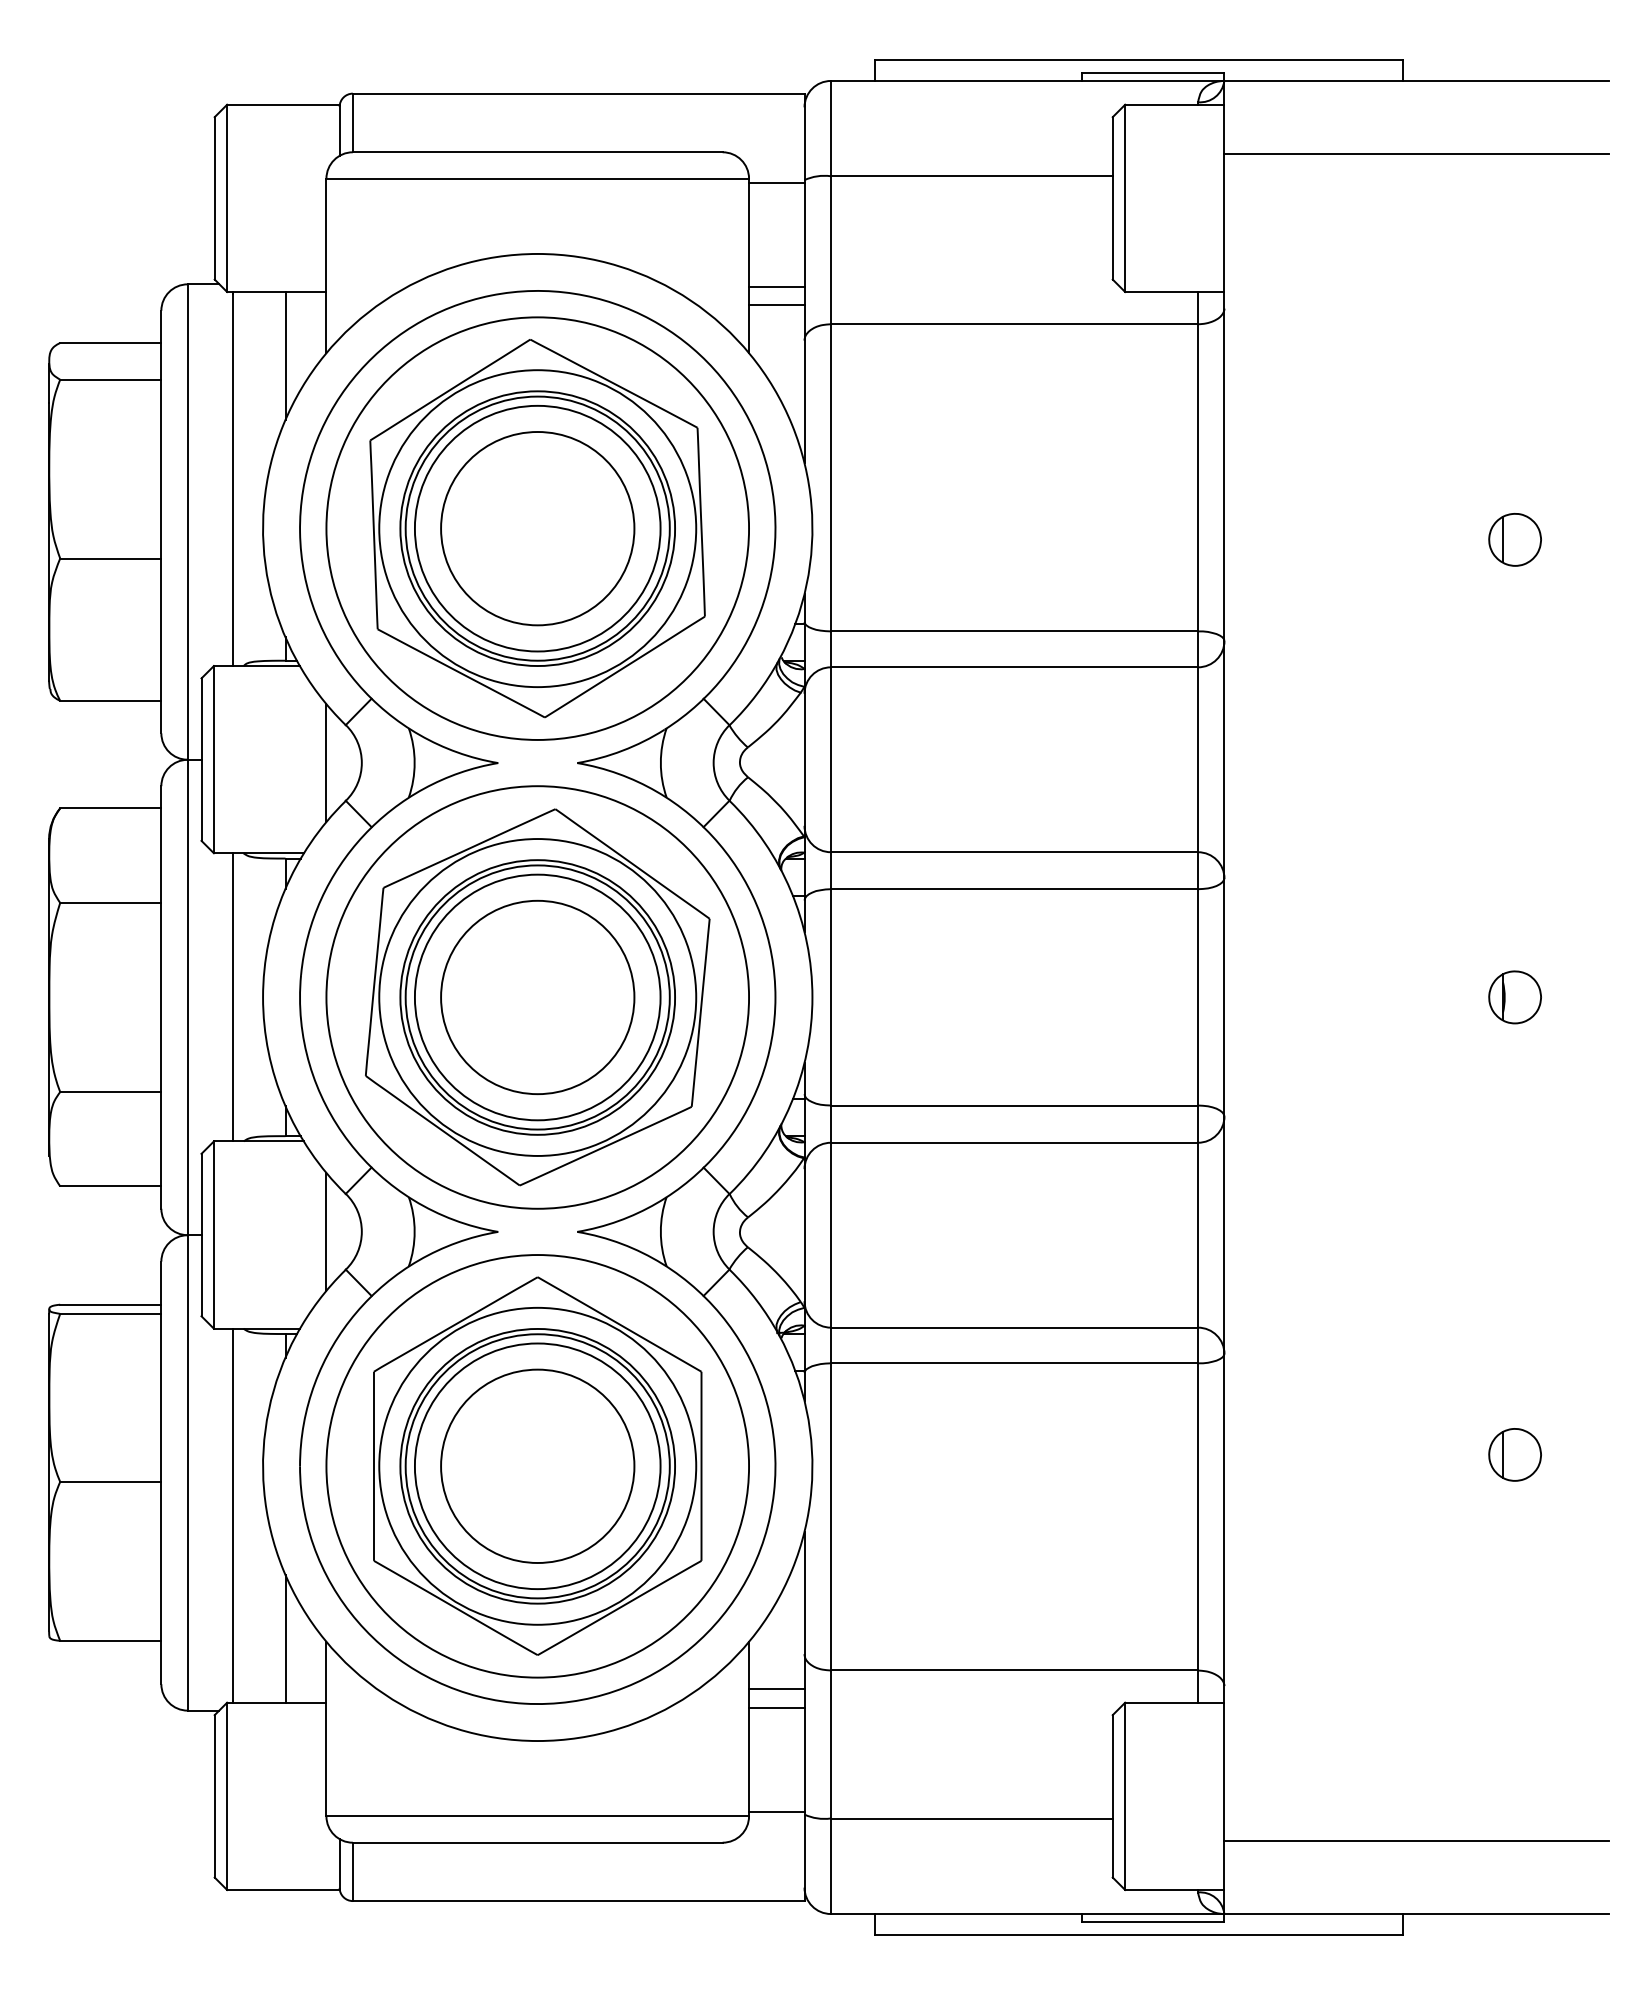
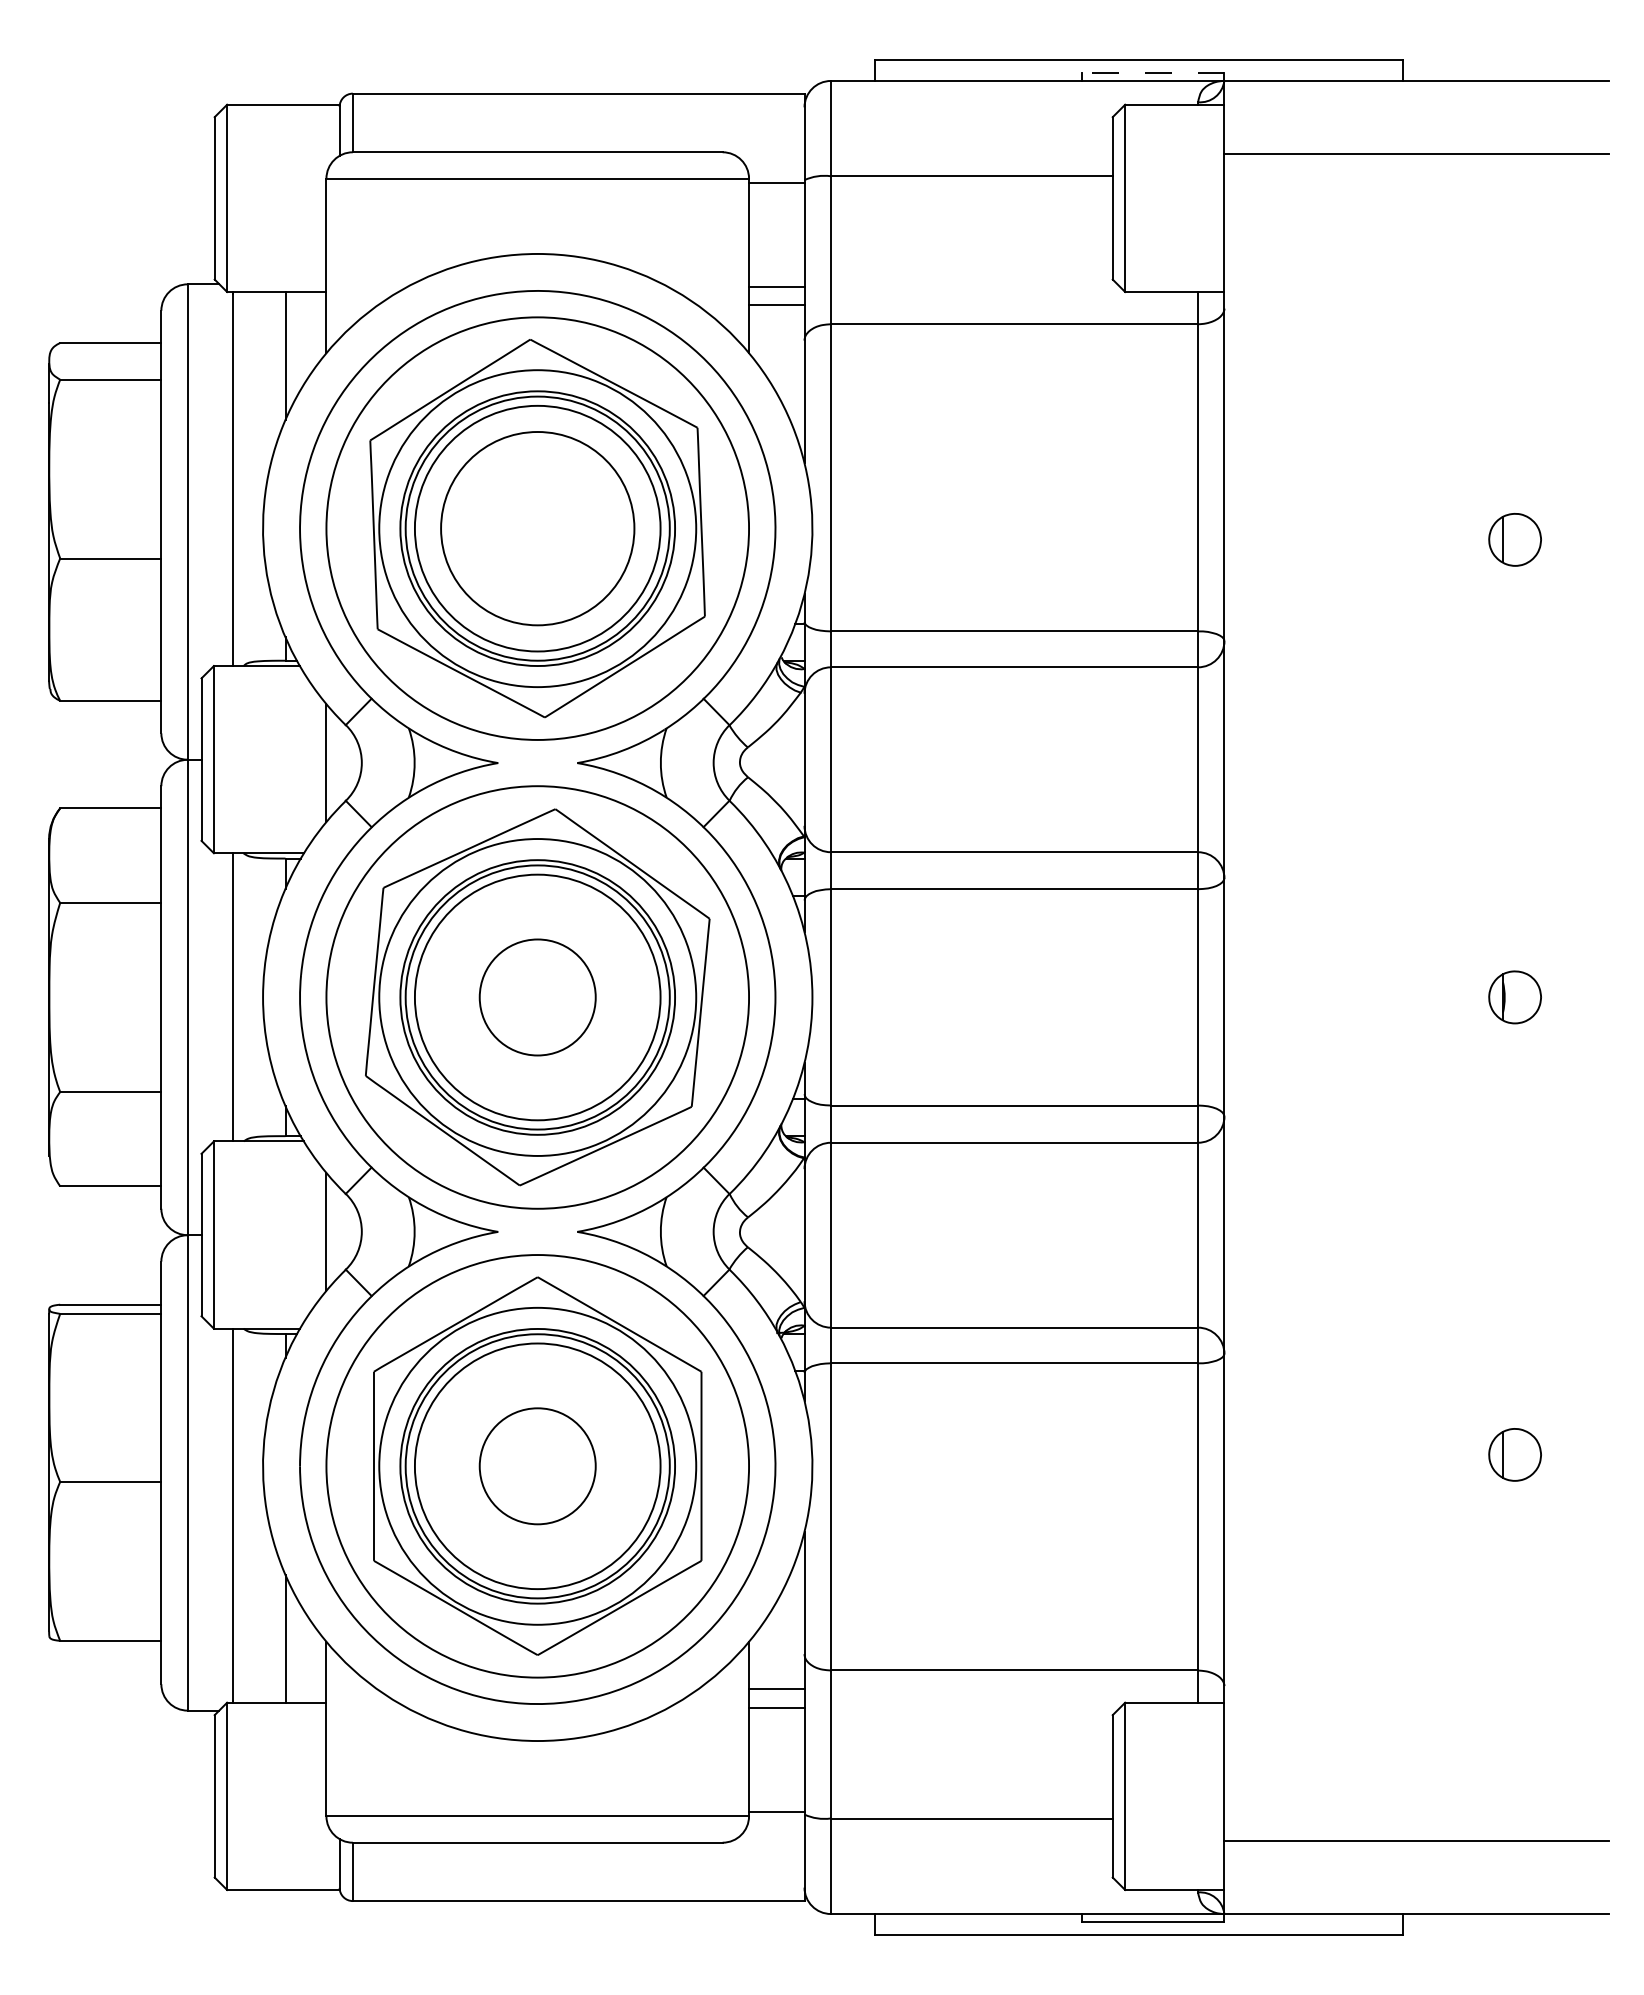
line at (1152, 73): solid -> dashed
circle at (537, 997) diameter: 193 px -> 116 px
circle at (537, 1465) diameter: 193 px -> 116 px
